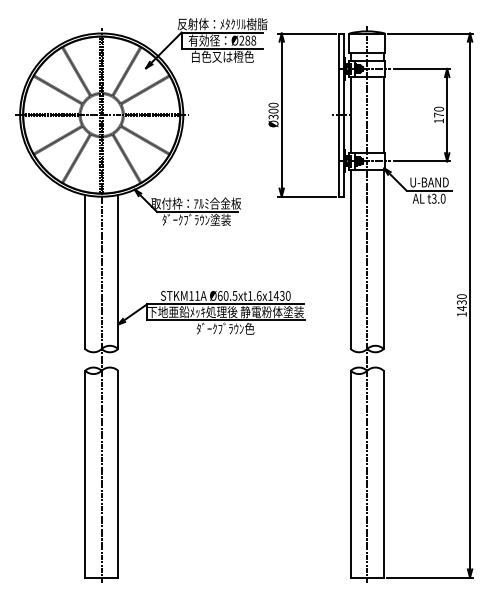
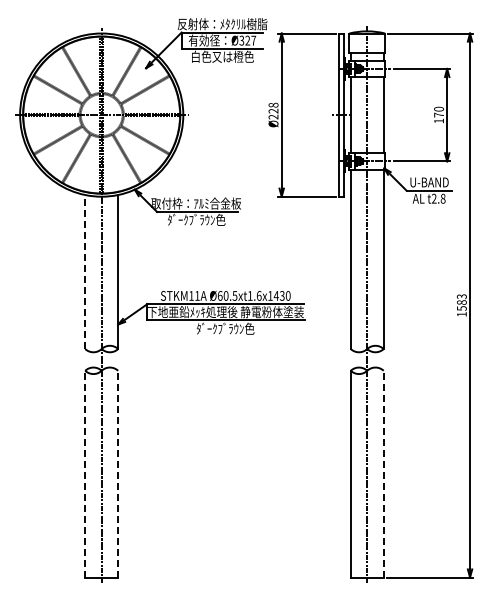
text at (247, 40): Ø288 -> Ø327
text at (273, 110): Ø300 -> Ø228
text at (438, 198): t3.0 -> t2.8
text at (196, 219): ﾀﾞｰｸﾌﾞﾗｳﾝ塗装 -> ﾀﾞｰｸﾌﾞﾗｳﾝ色
line at (85, 272): solid -> dashed
text at (461, 302): 1430 -> 1583
line at (85, 473): solid -> dashed
line at (118, 473): solid -> dashed
line at (383, 473): solid -> dashed
